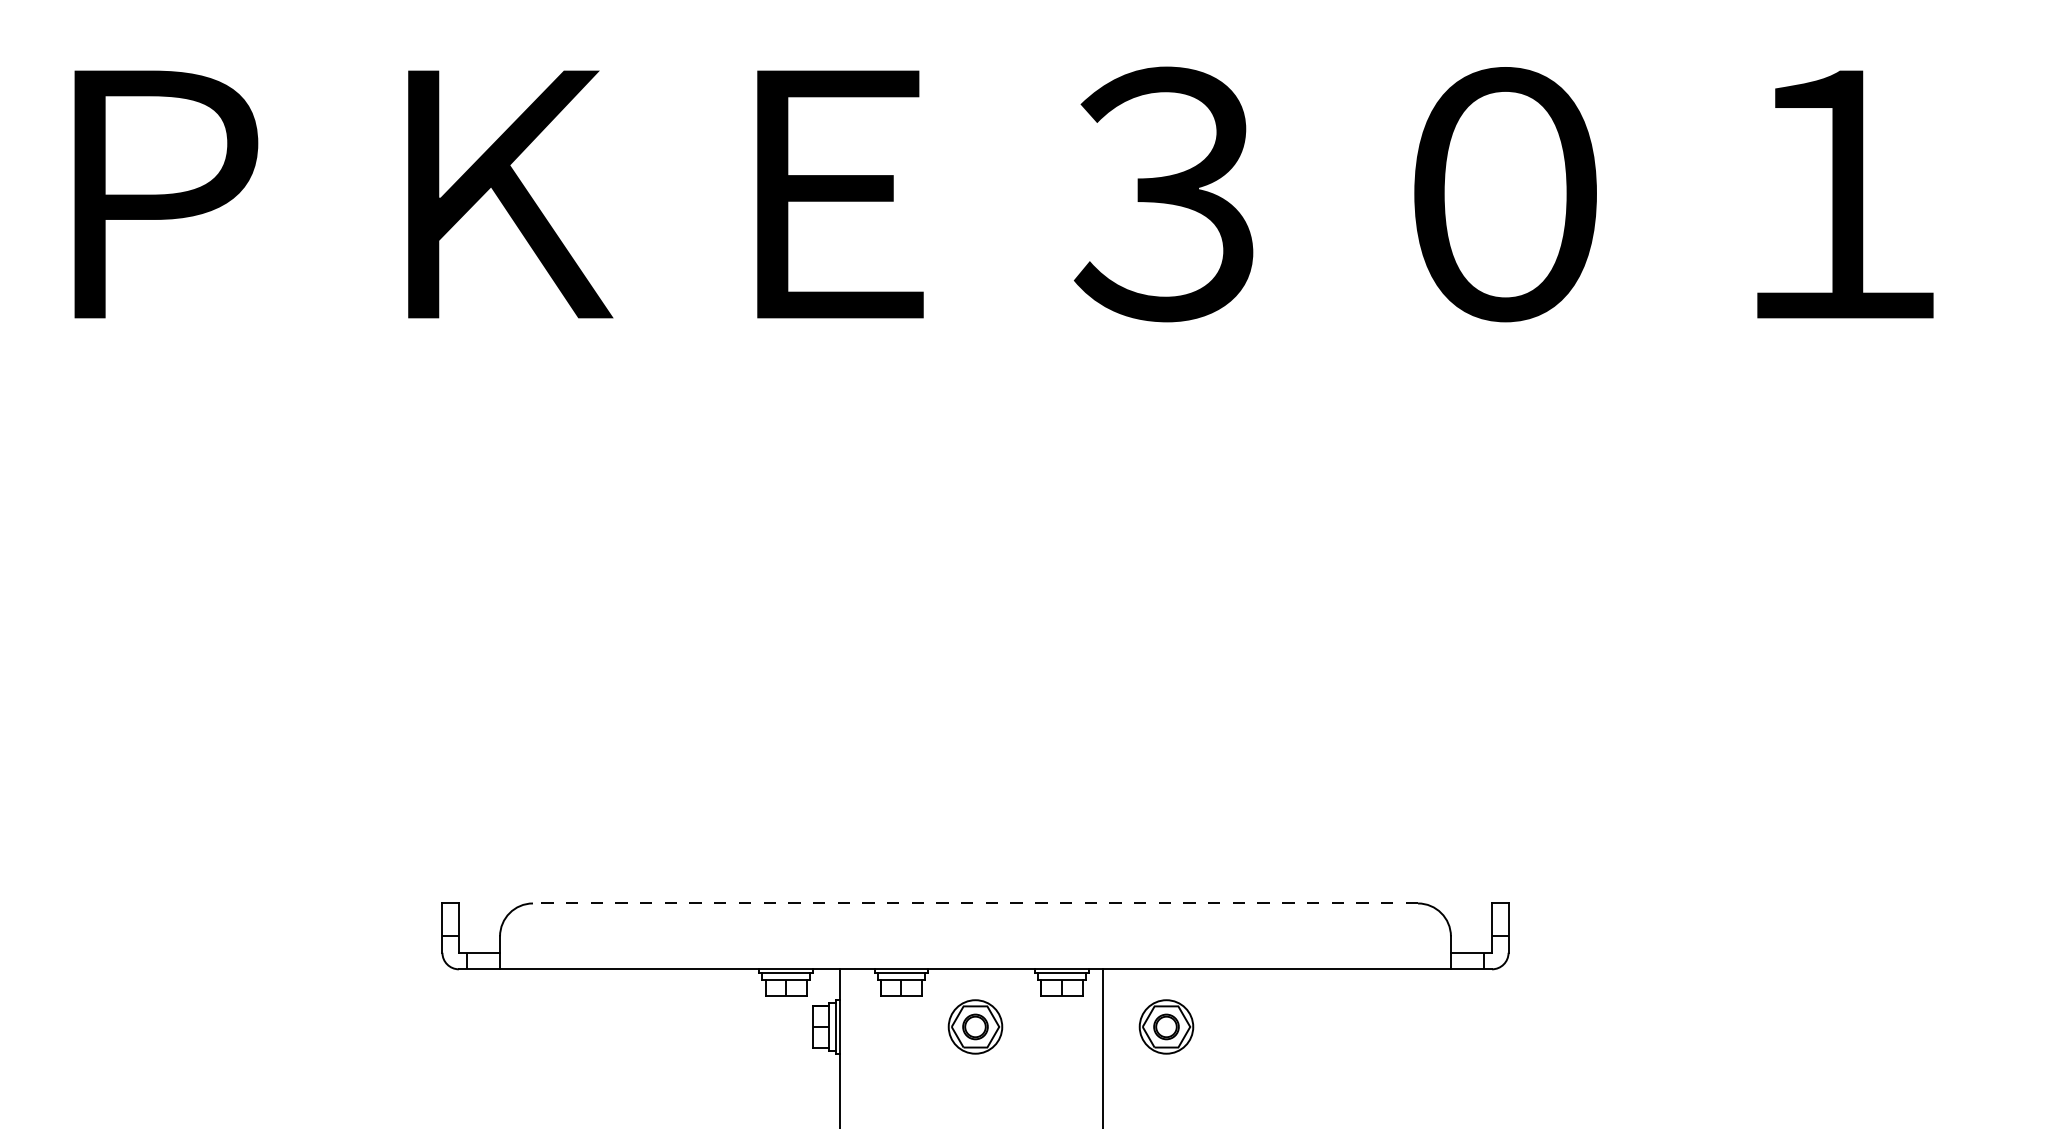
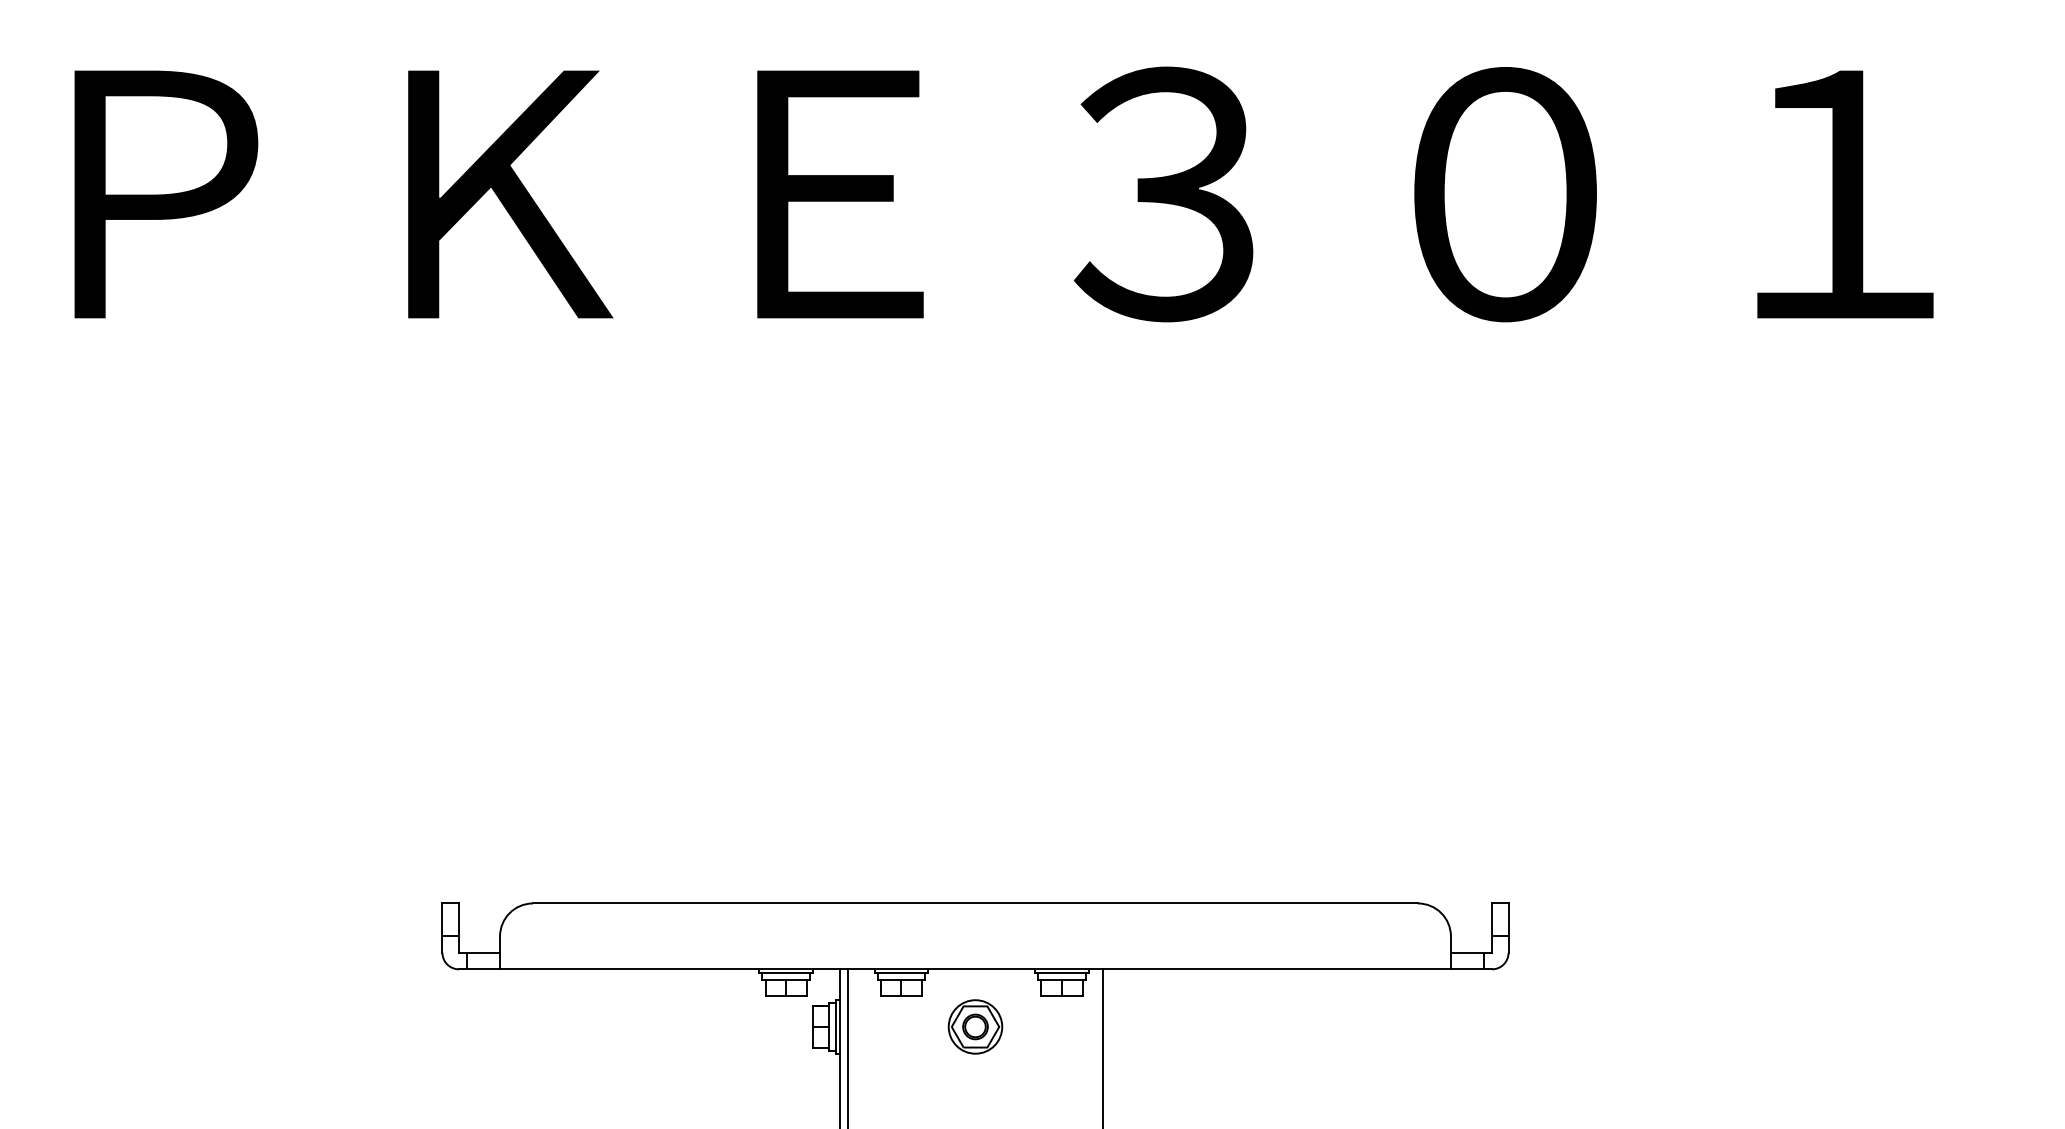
line at (975, 903): dashed -> solid
part at (1166, 1026): present -> none
line at (847, 1047): none -> present
